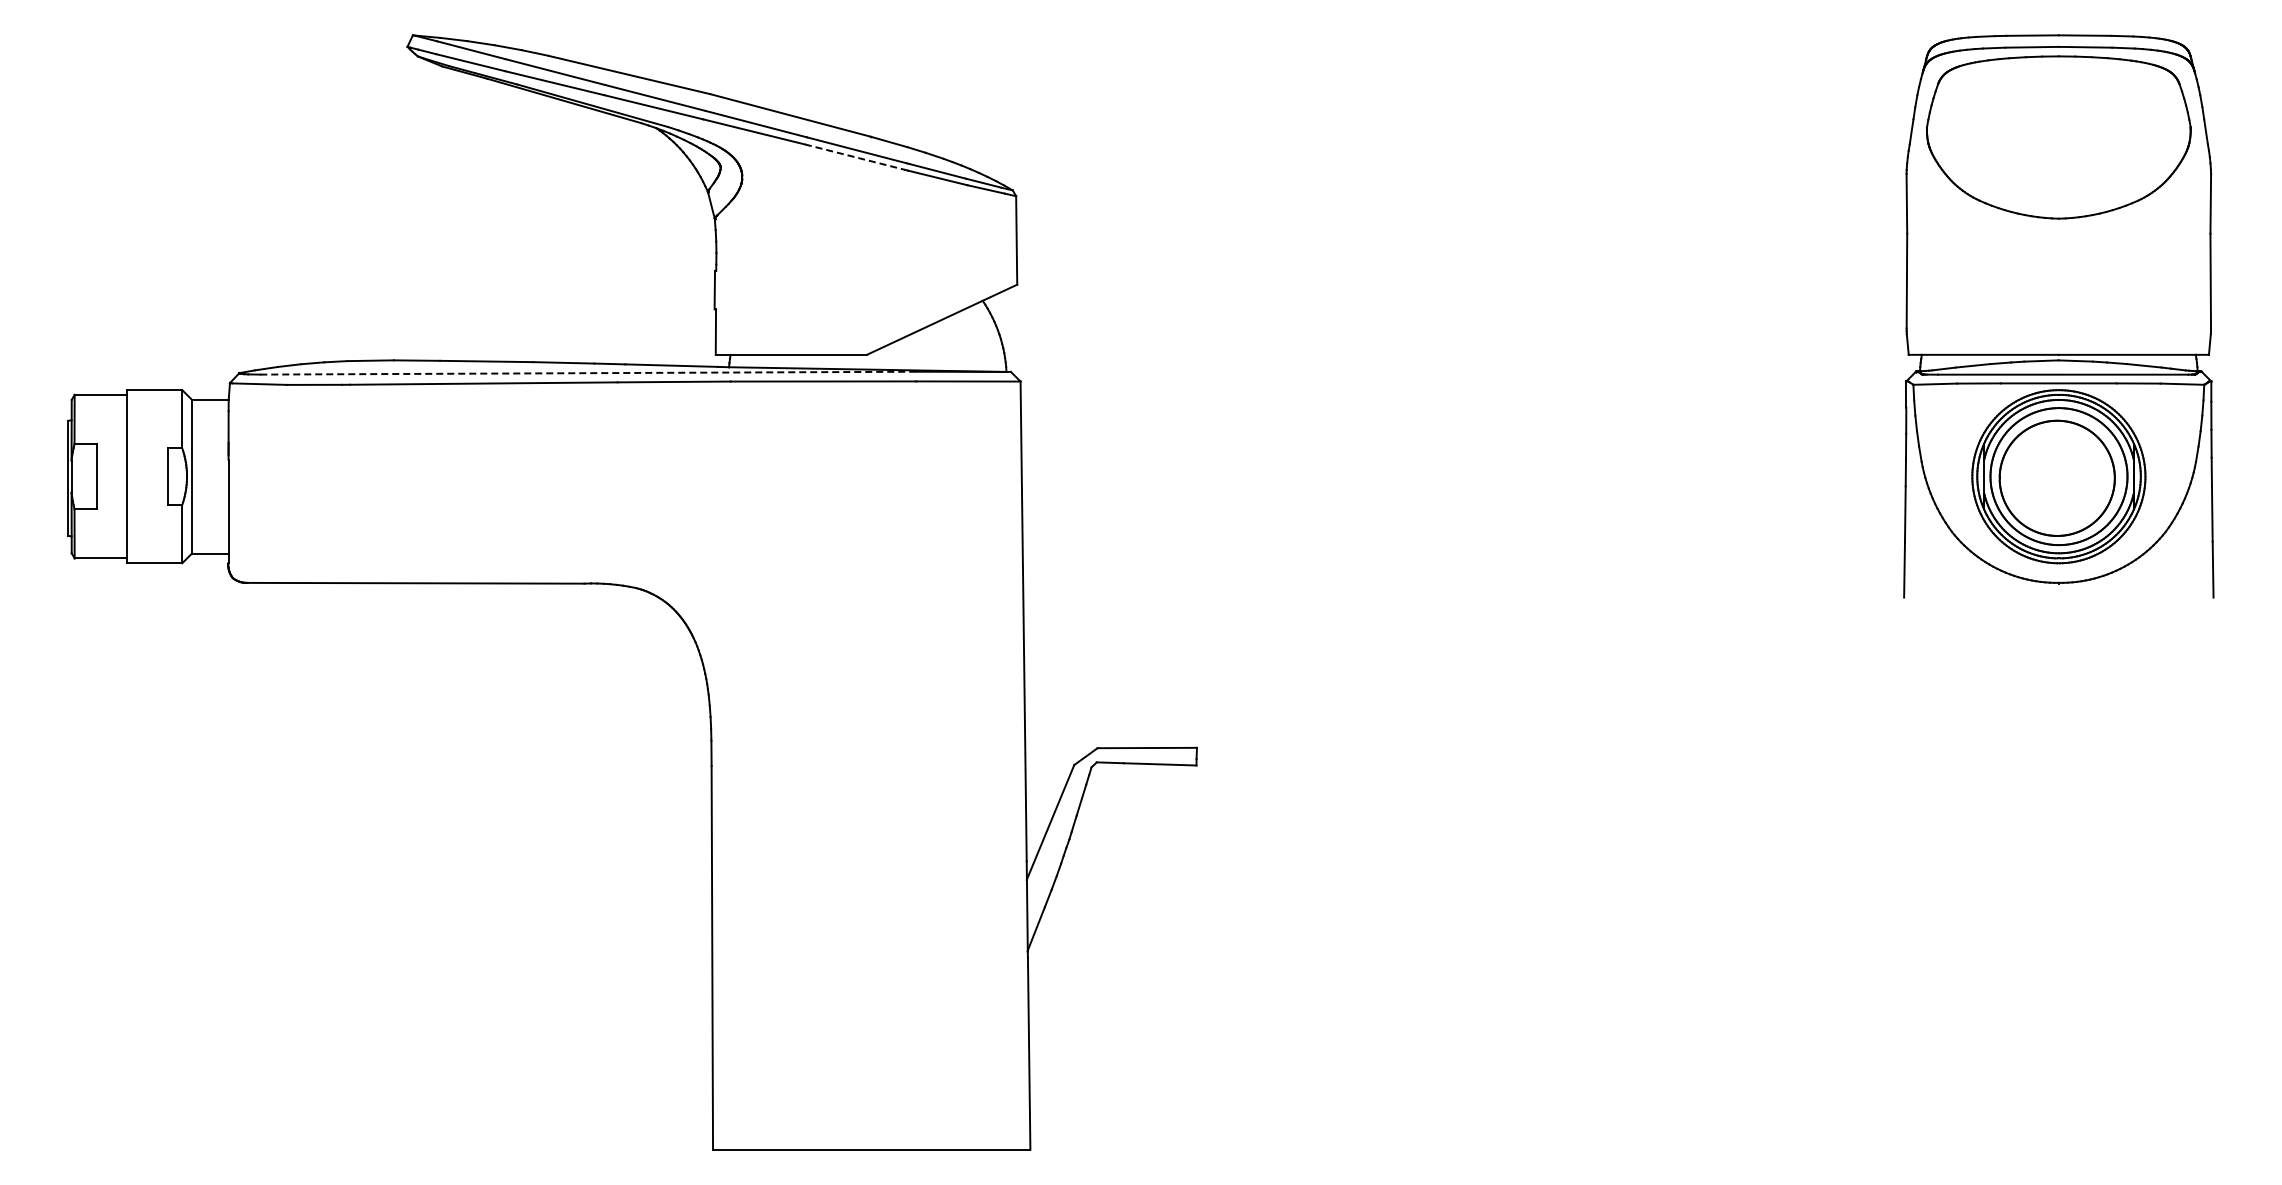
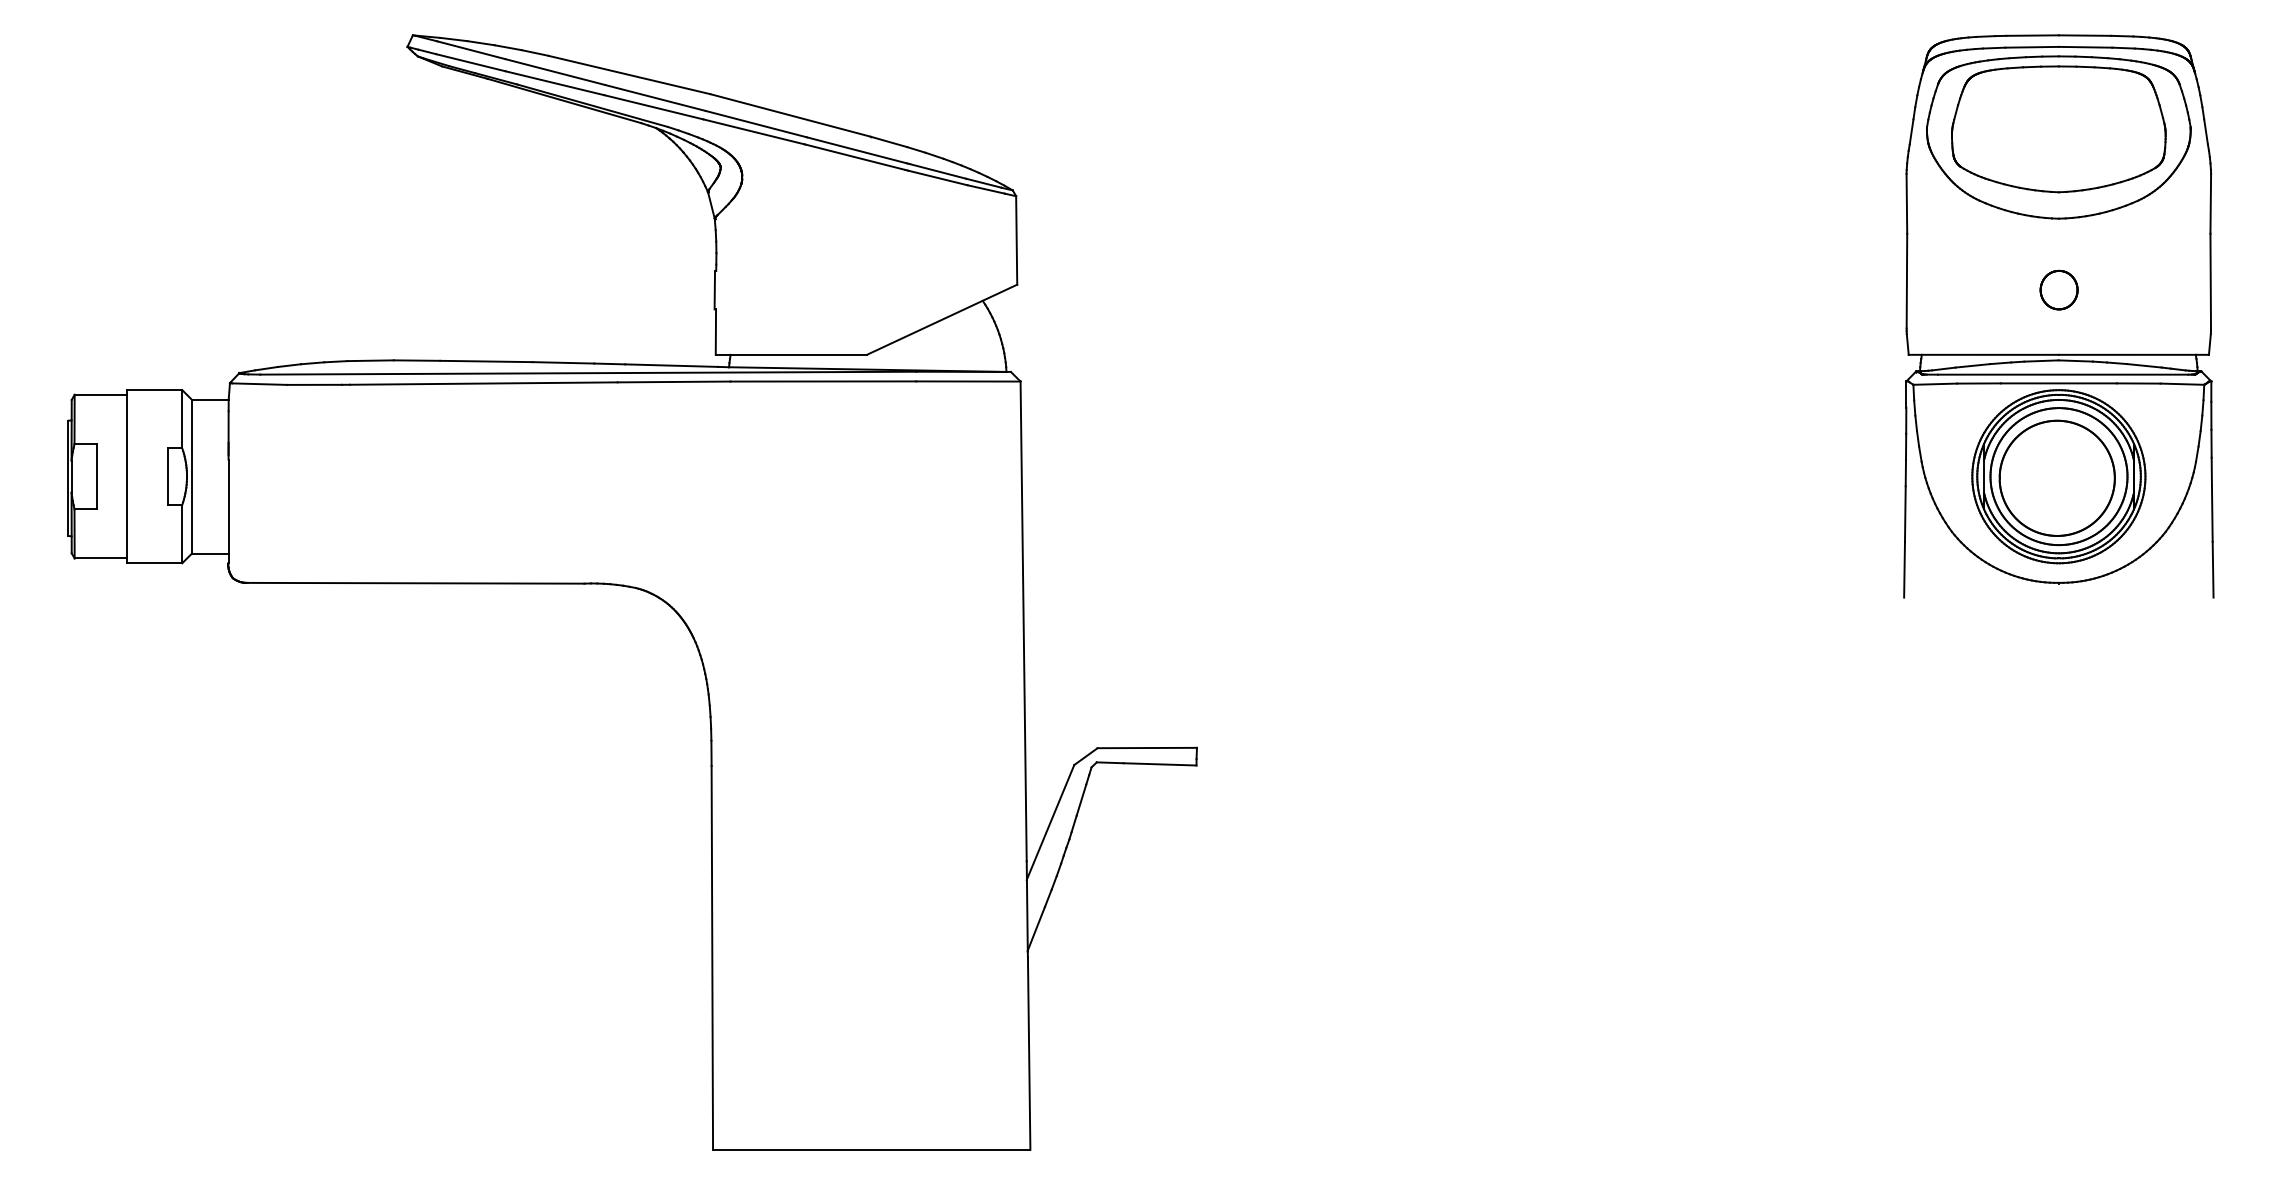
part at (2058, 129): none -> present
line at (855, 157): dashed -> solid
part at (2058, 289): none -> present
line at (588, 373): dashed -> solid
